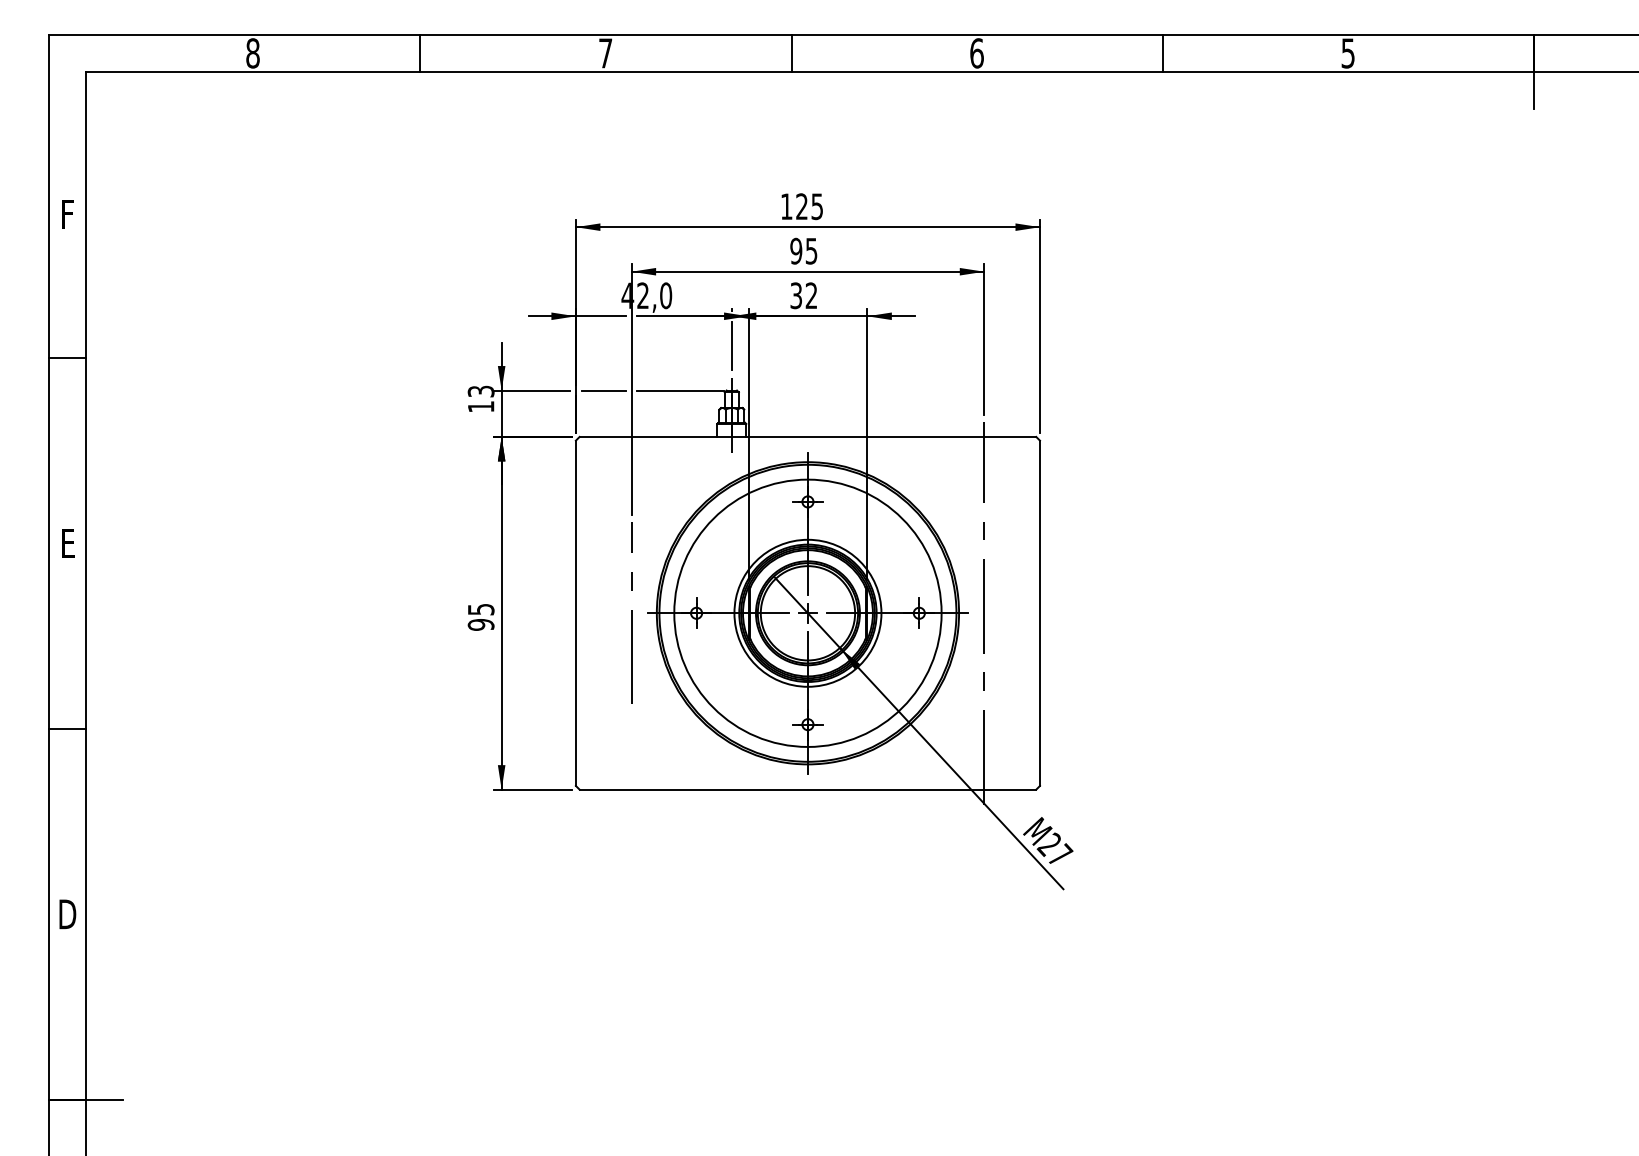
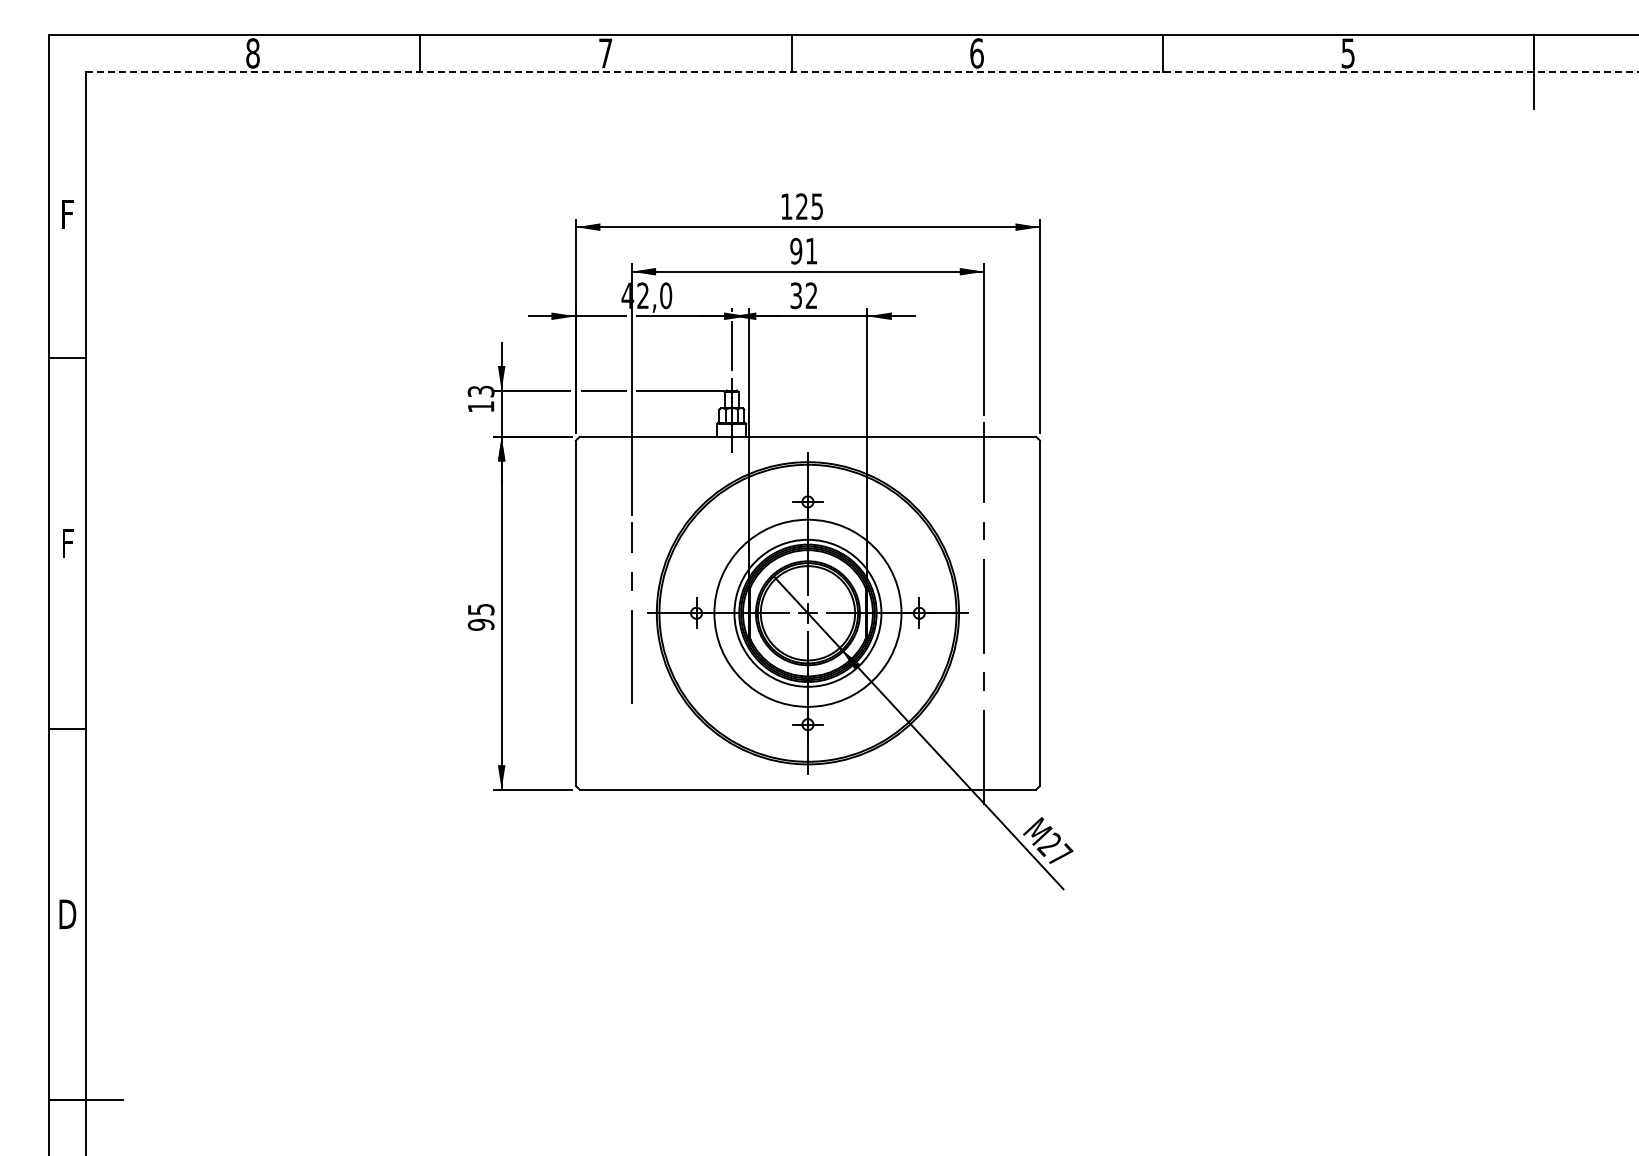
line at (862, 71): solid -> dashed
text at (811, 251): 95 -> 91
text at (68, 543): E -> F
circle at (807, 612) diameter: 267 px -> 187 px
